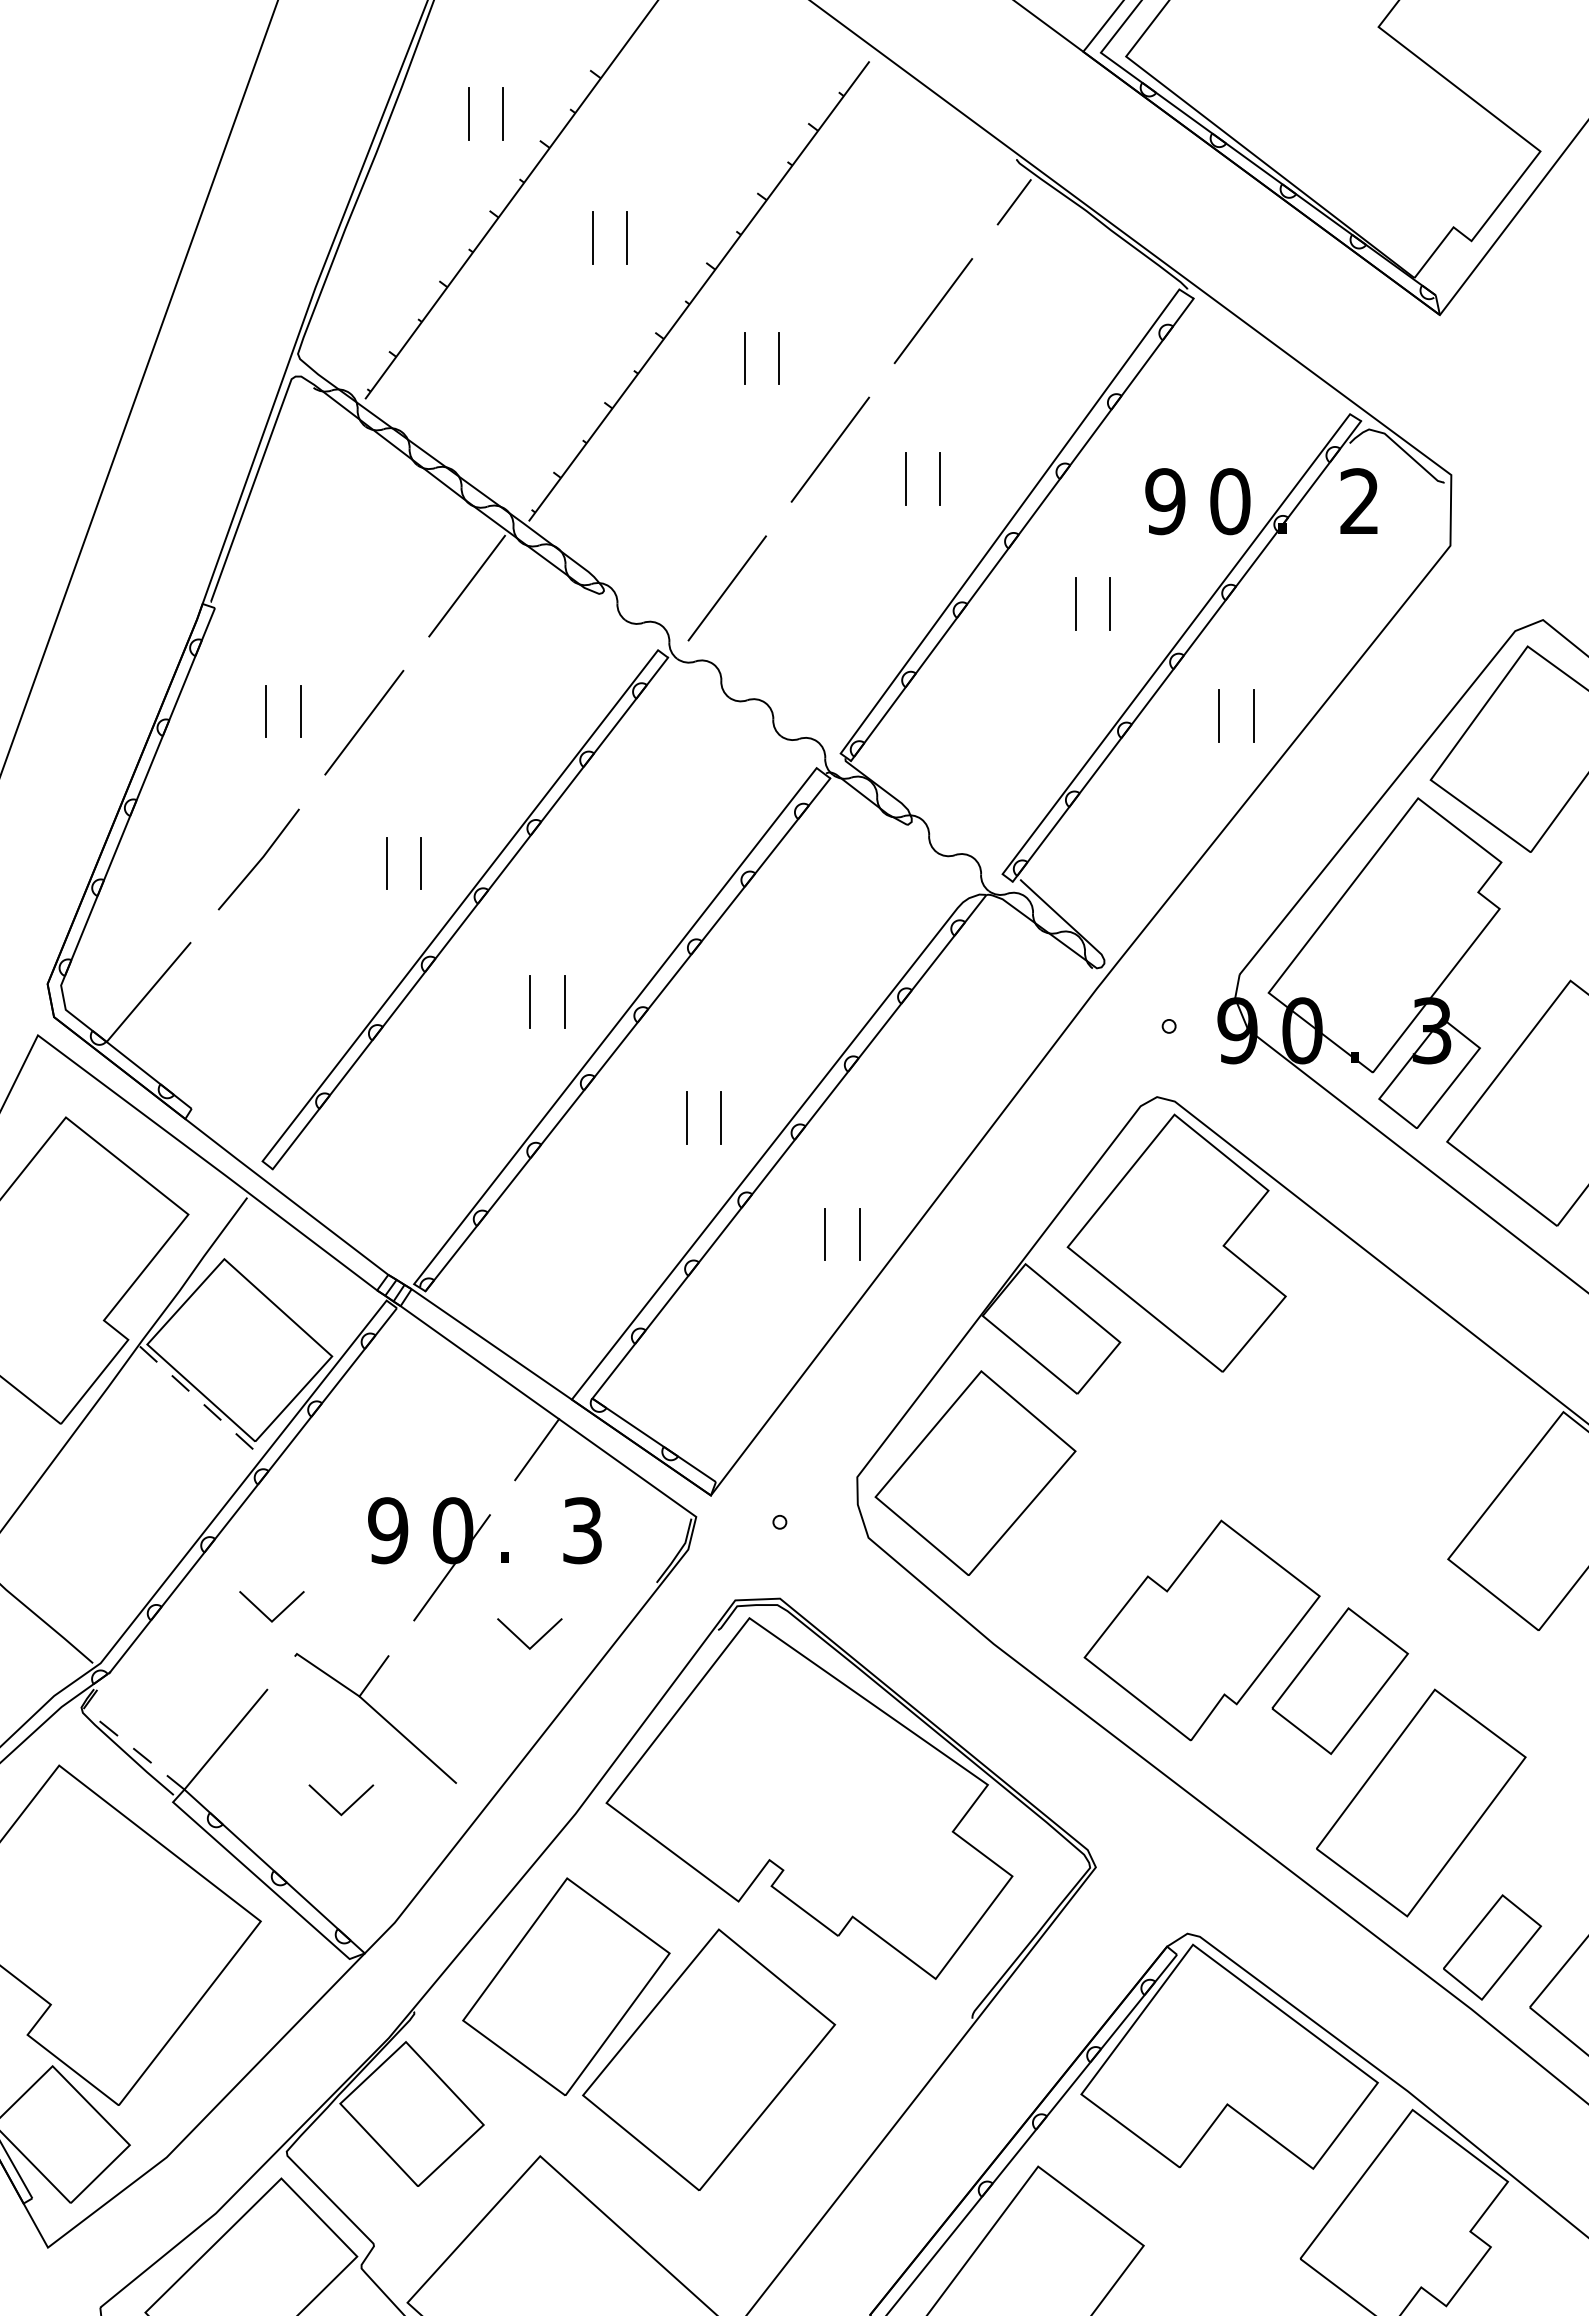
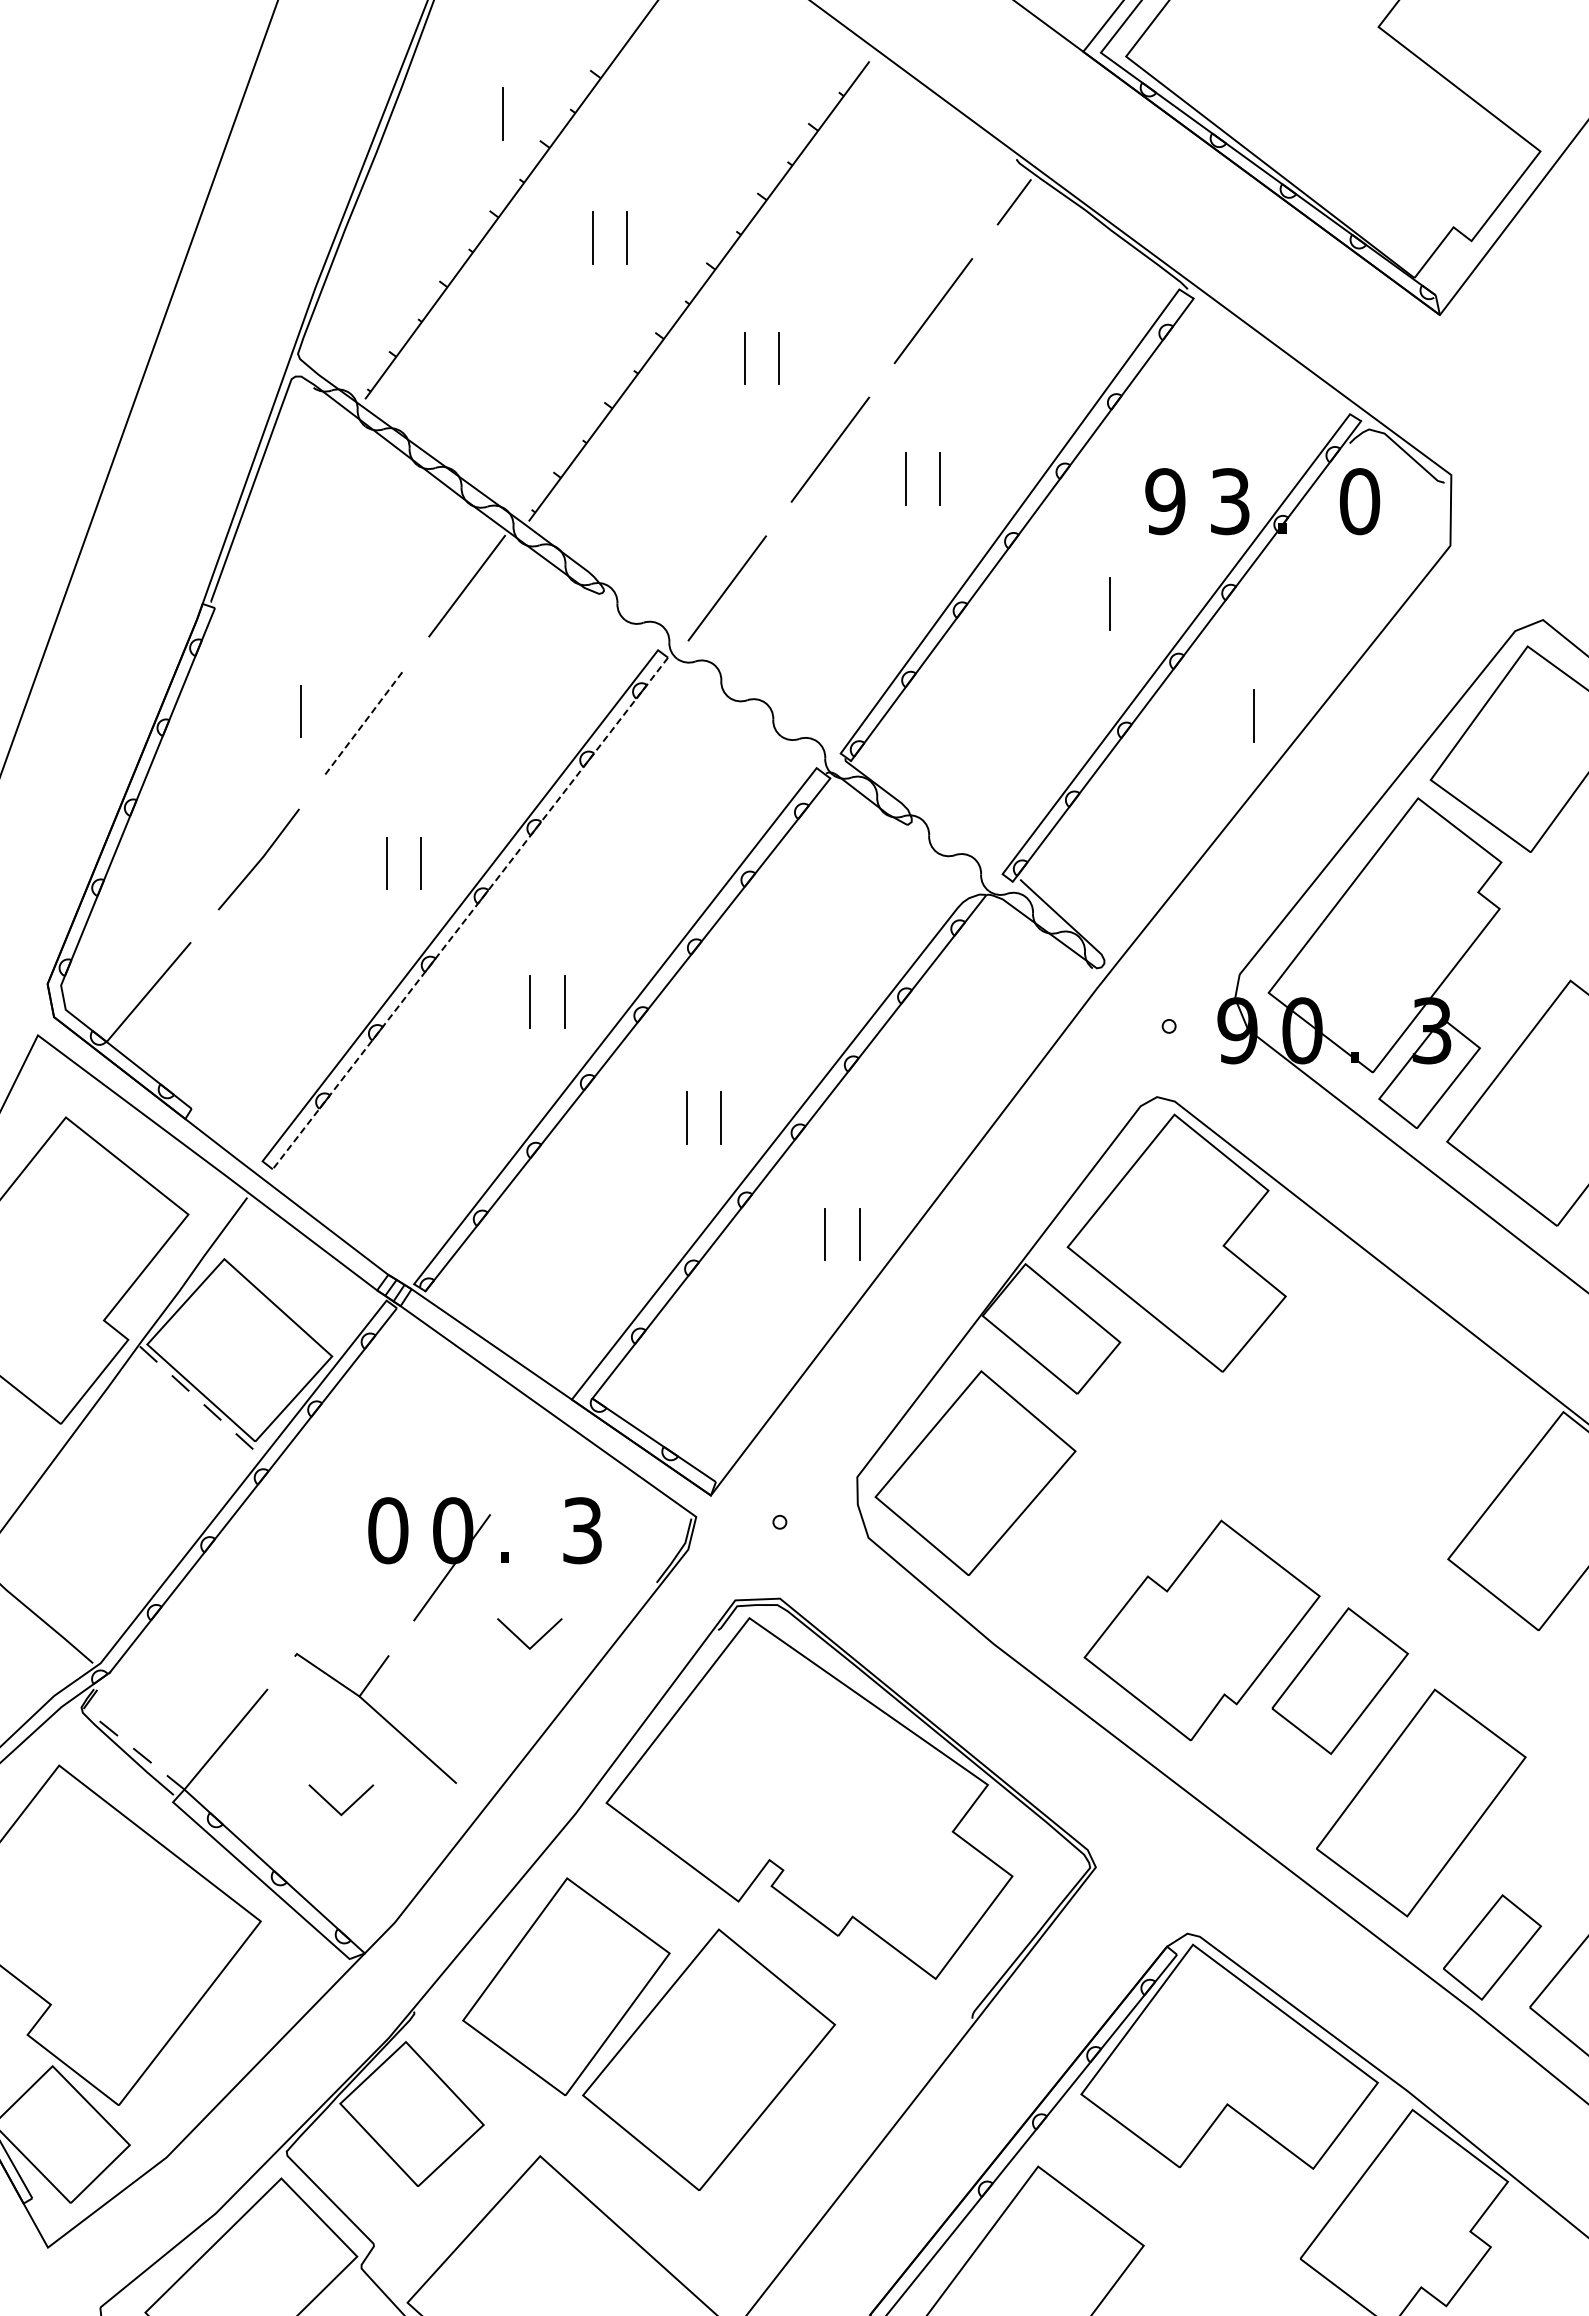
line at (468, 113): present -> none
text at (1230, 501): 0 -> 3
text at (1359, 501): 2 -> 0
line at (1075, 604): present -> none
line at (266, 711): present -> none
line at (1219, 715): present -> none
line at (364, 722): solid -> dashed
line at (470, 913): solid -> dashed
line at (537, 1449): present -> none
text at (388, 1530): 9 -> 0
line at (264, 1613): present -> none
